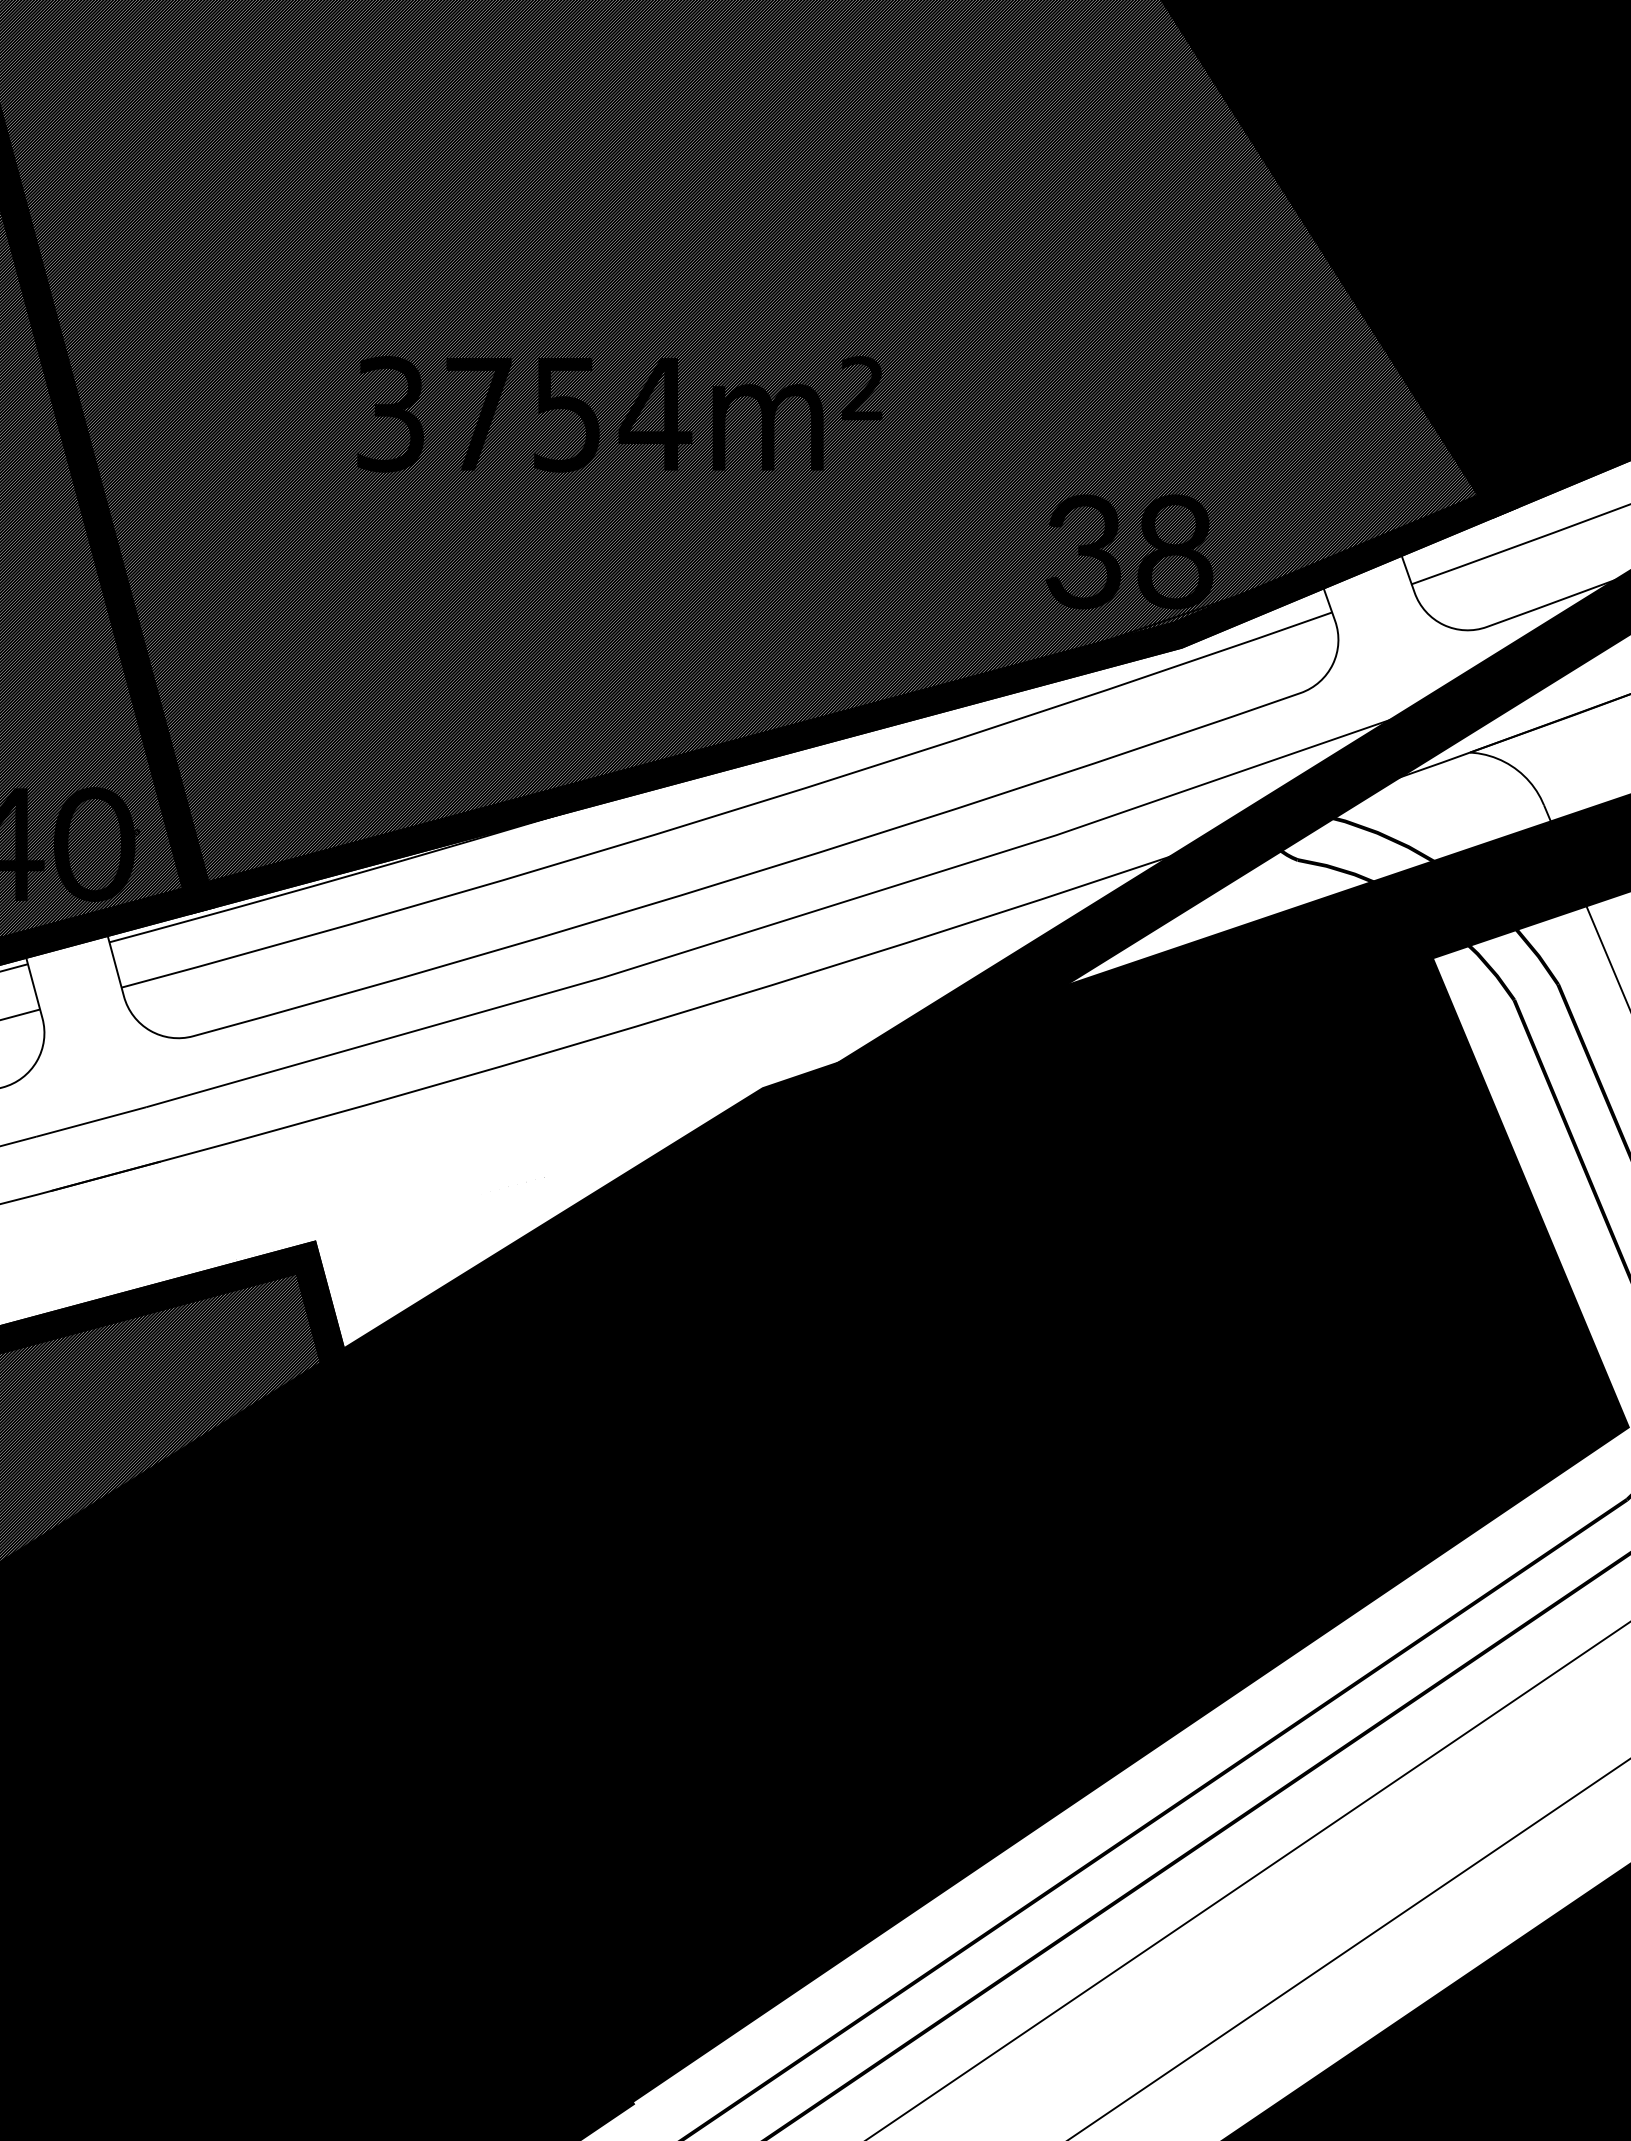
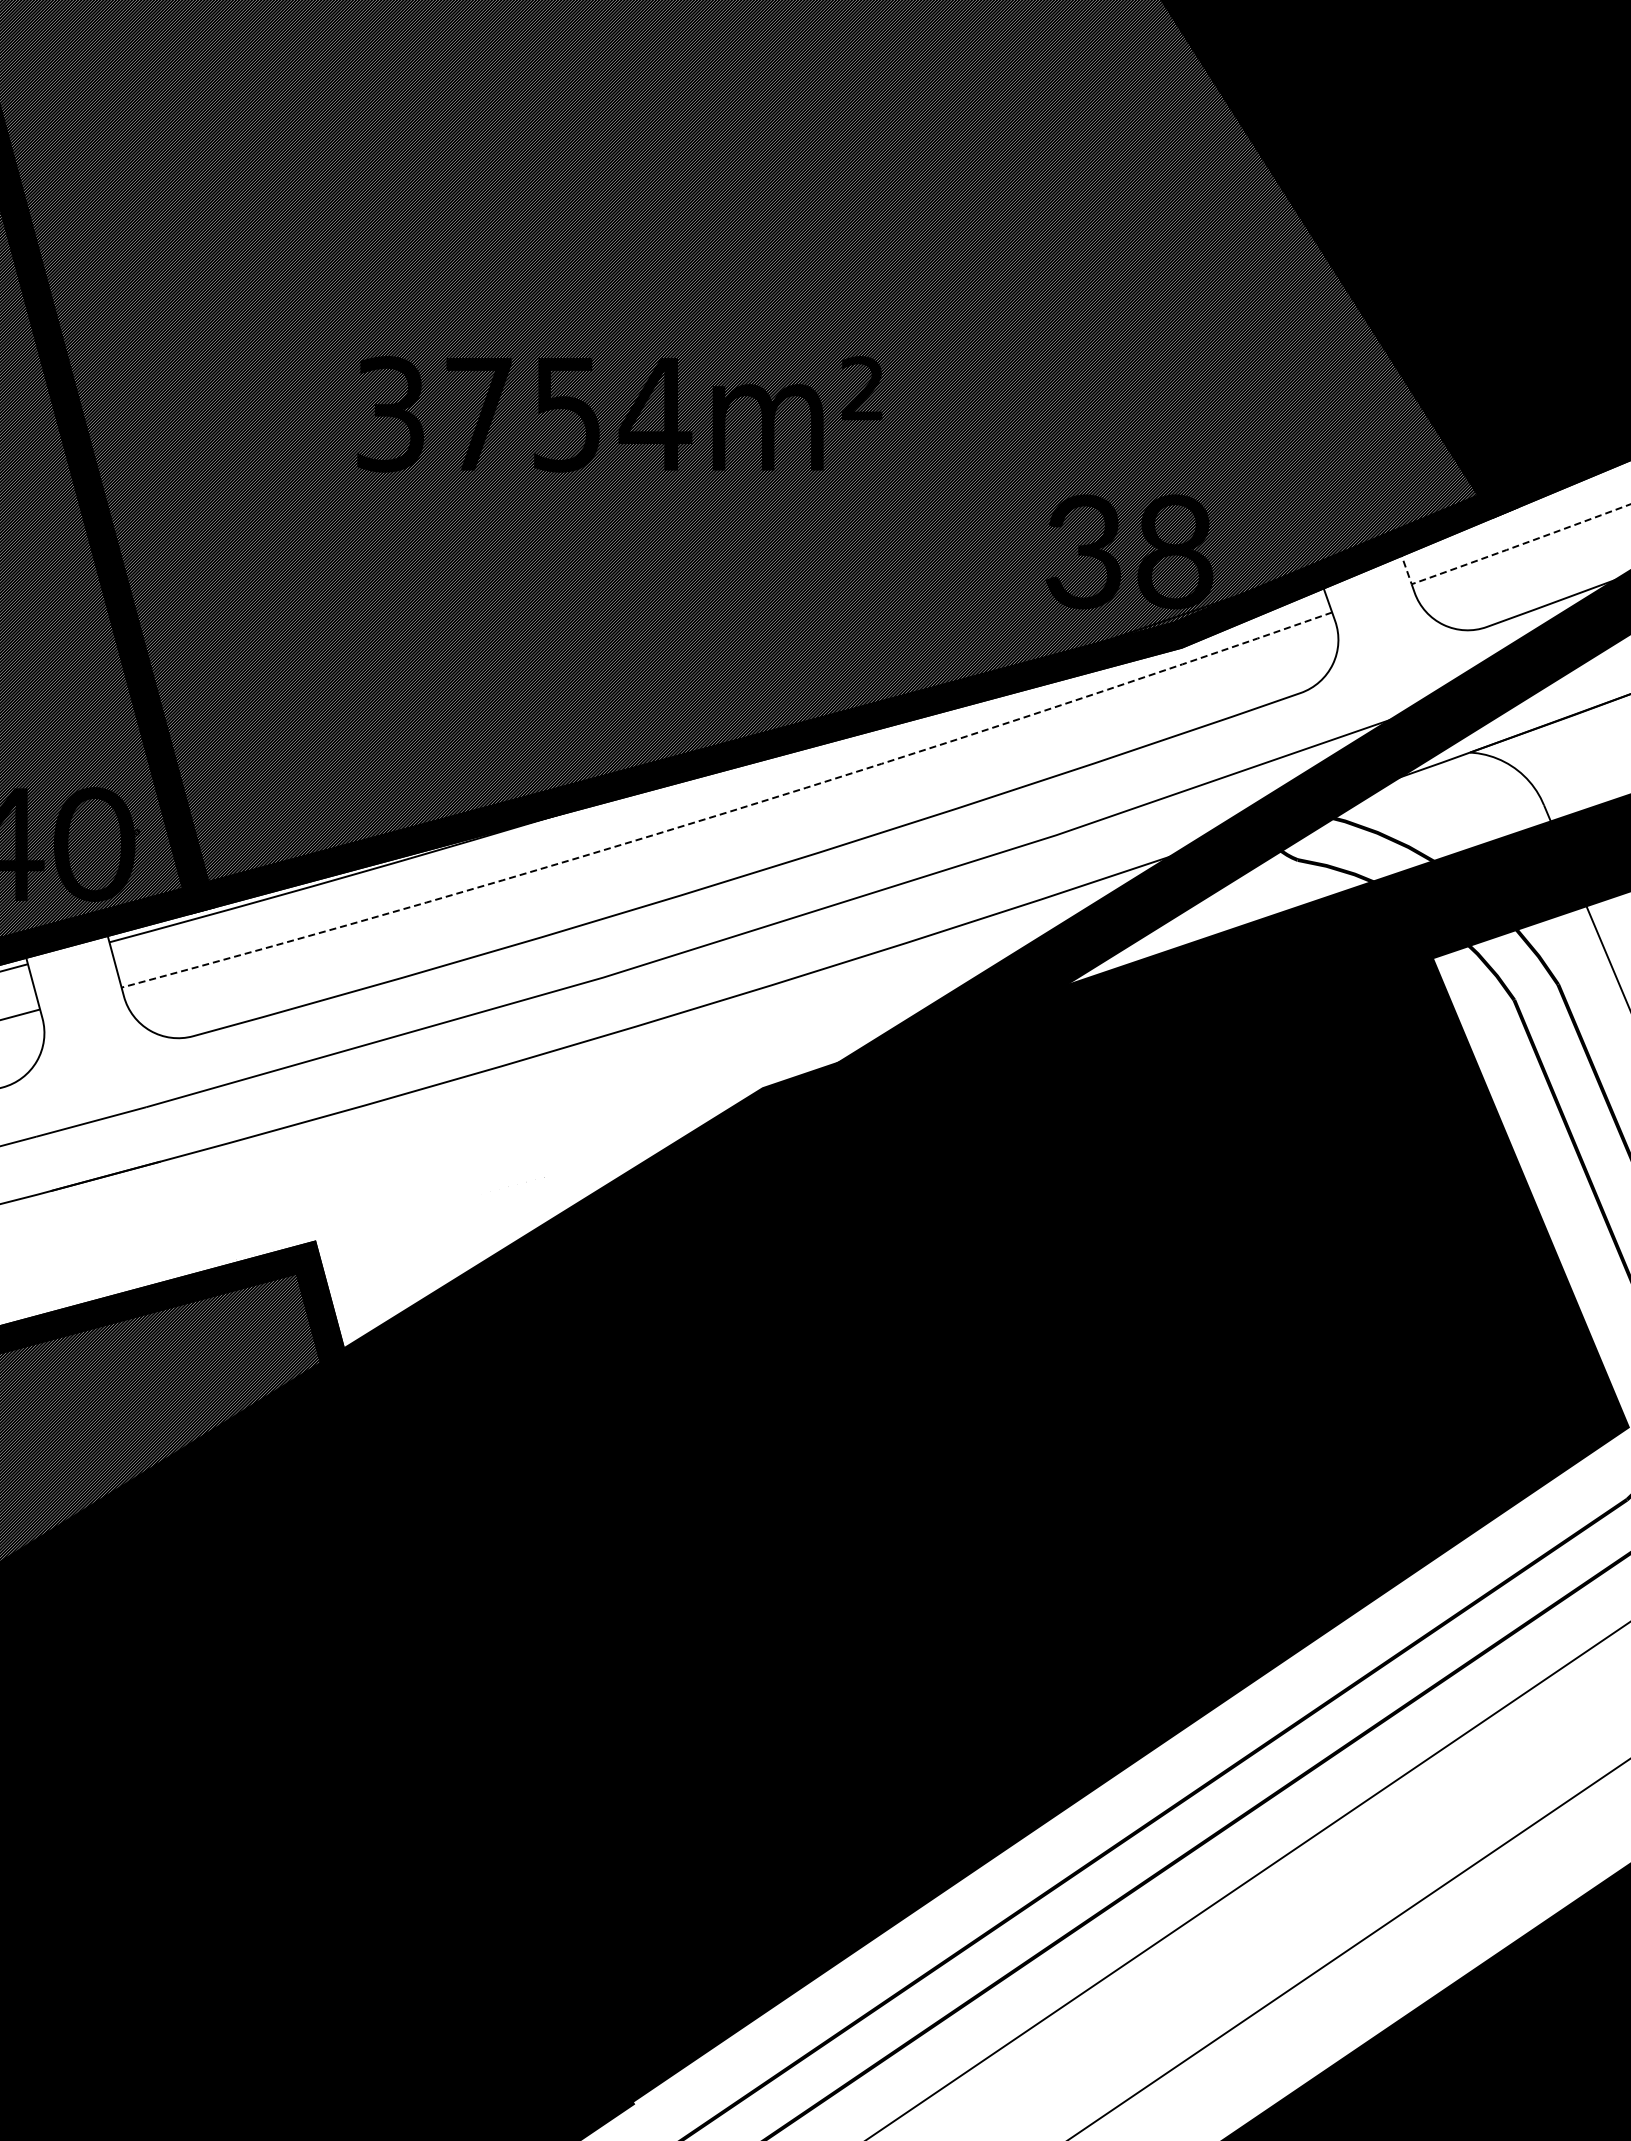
line at (1500, 552): solid -> dashed
line at (730, 811): solid -> dashed
